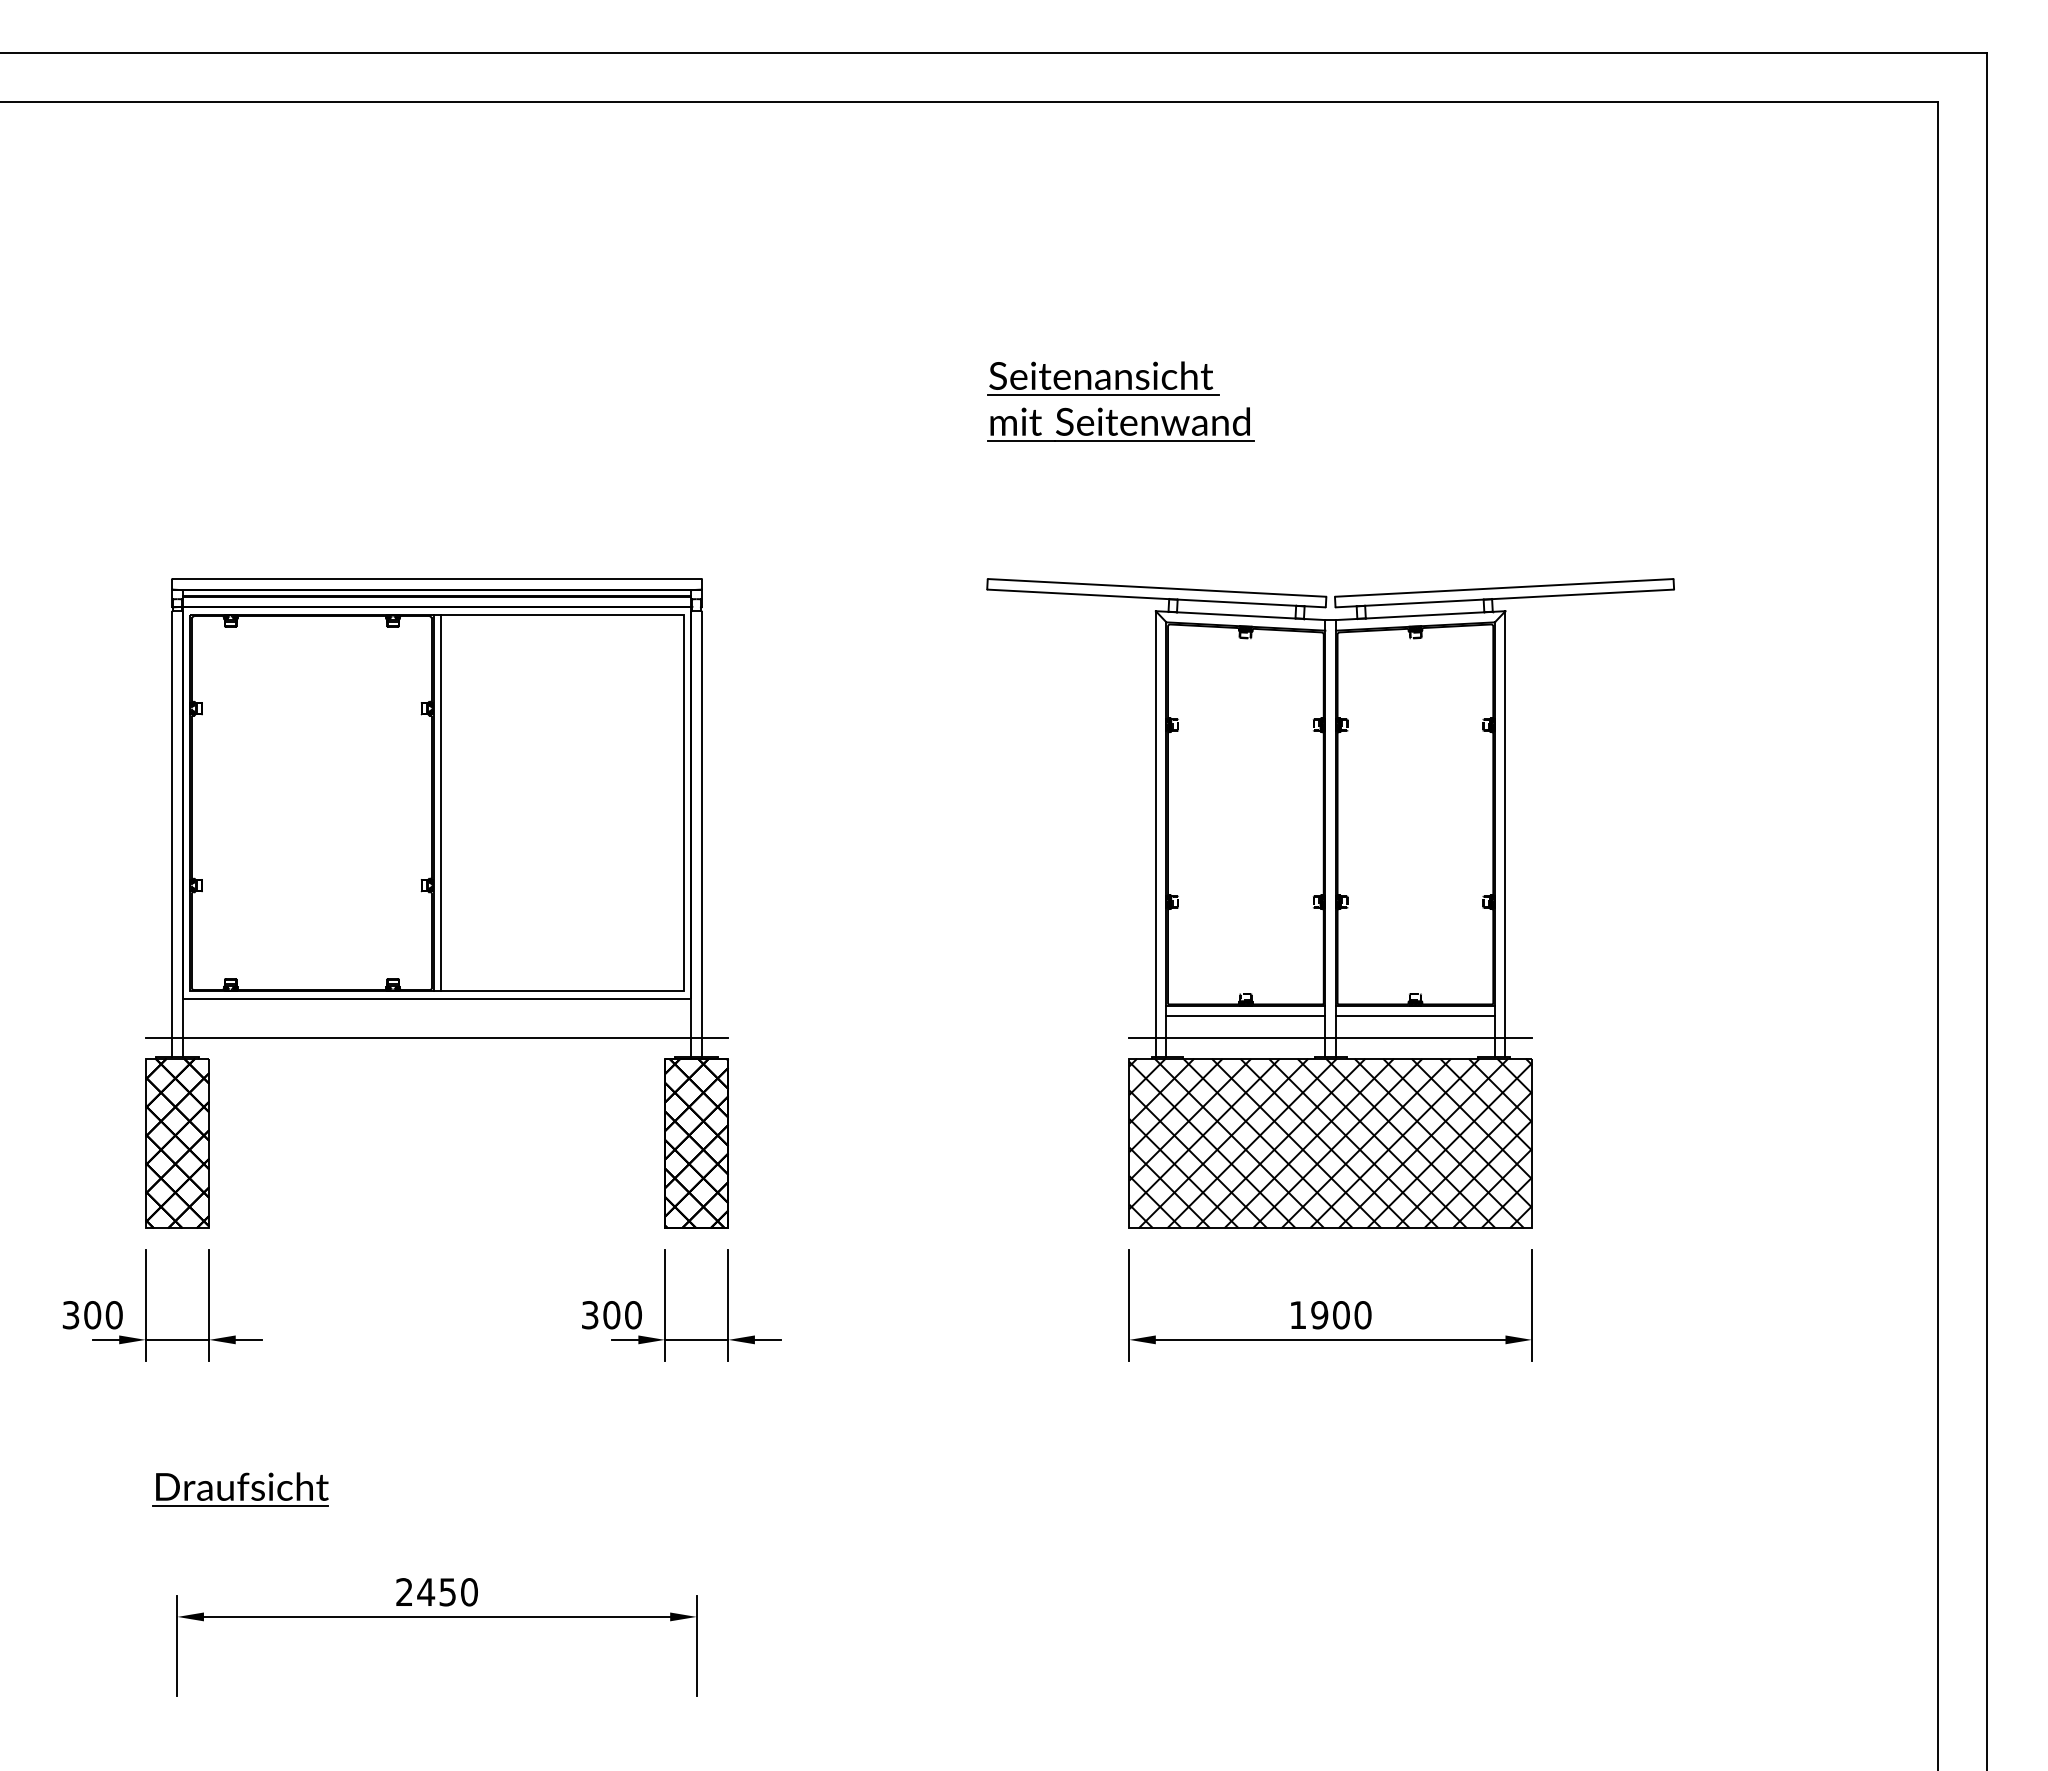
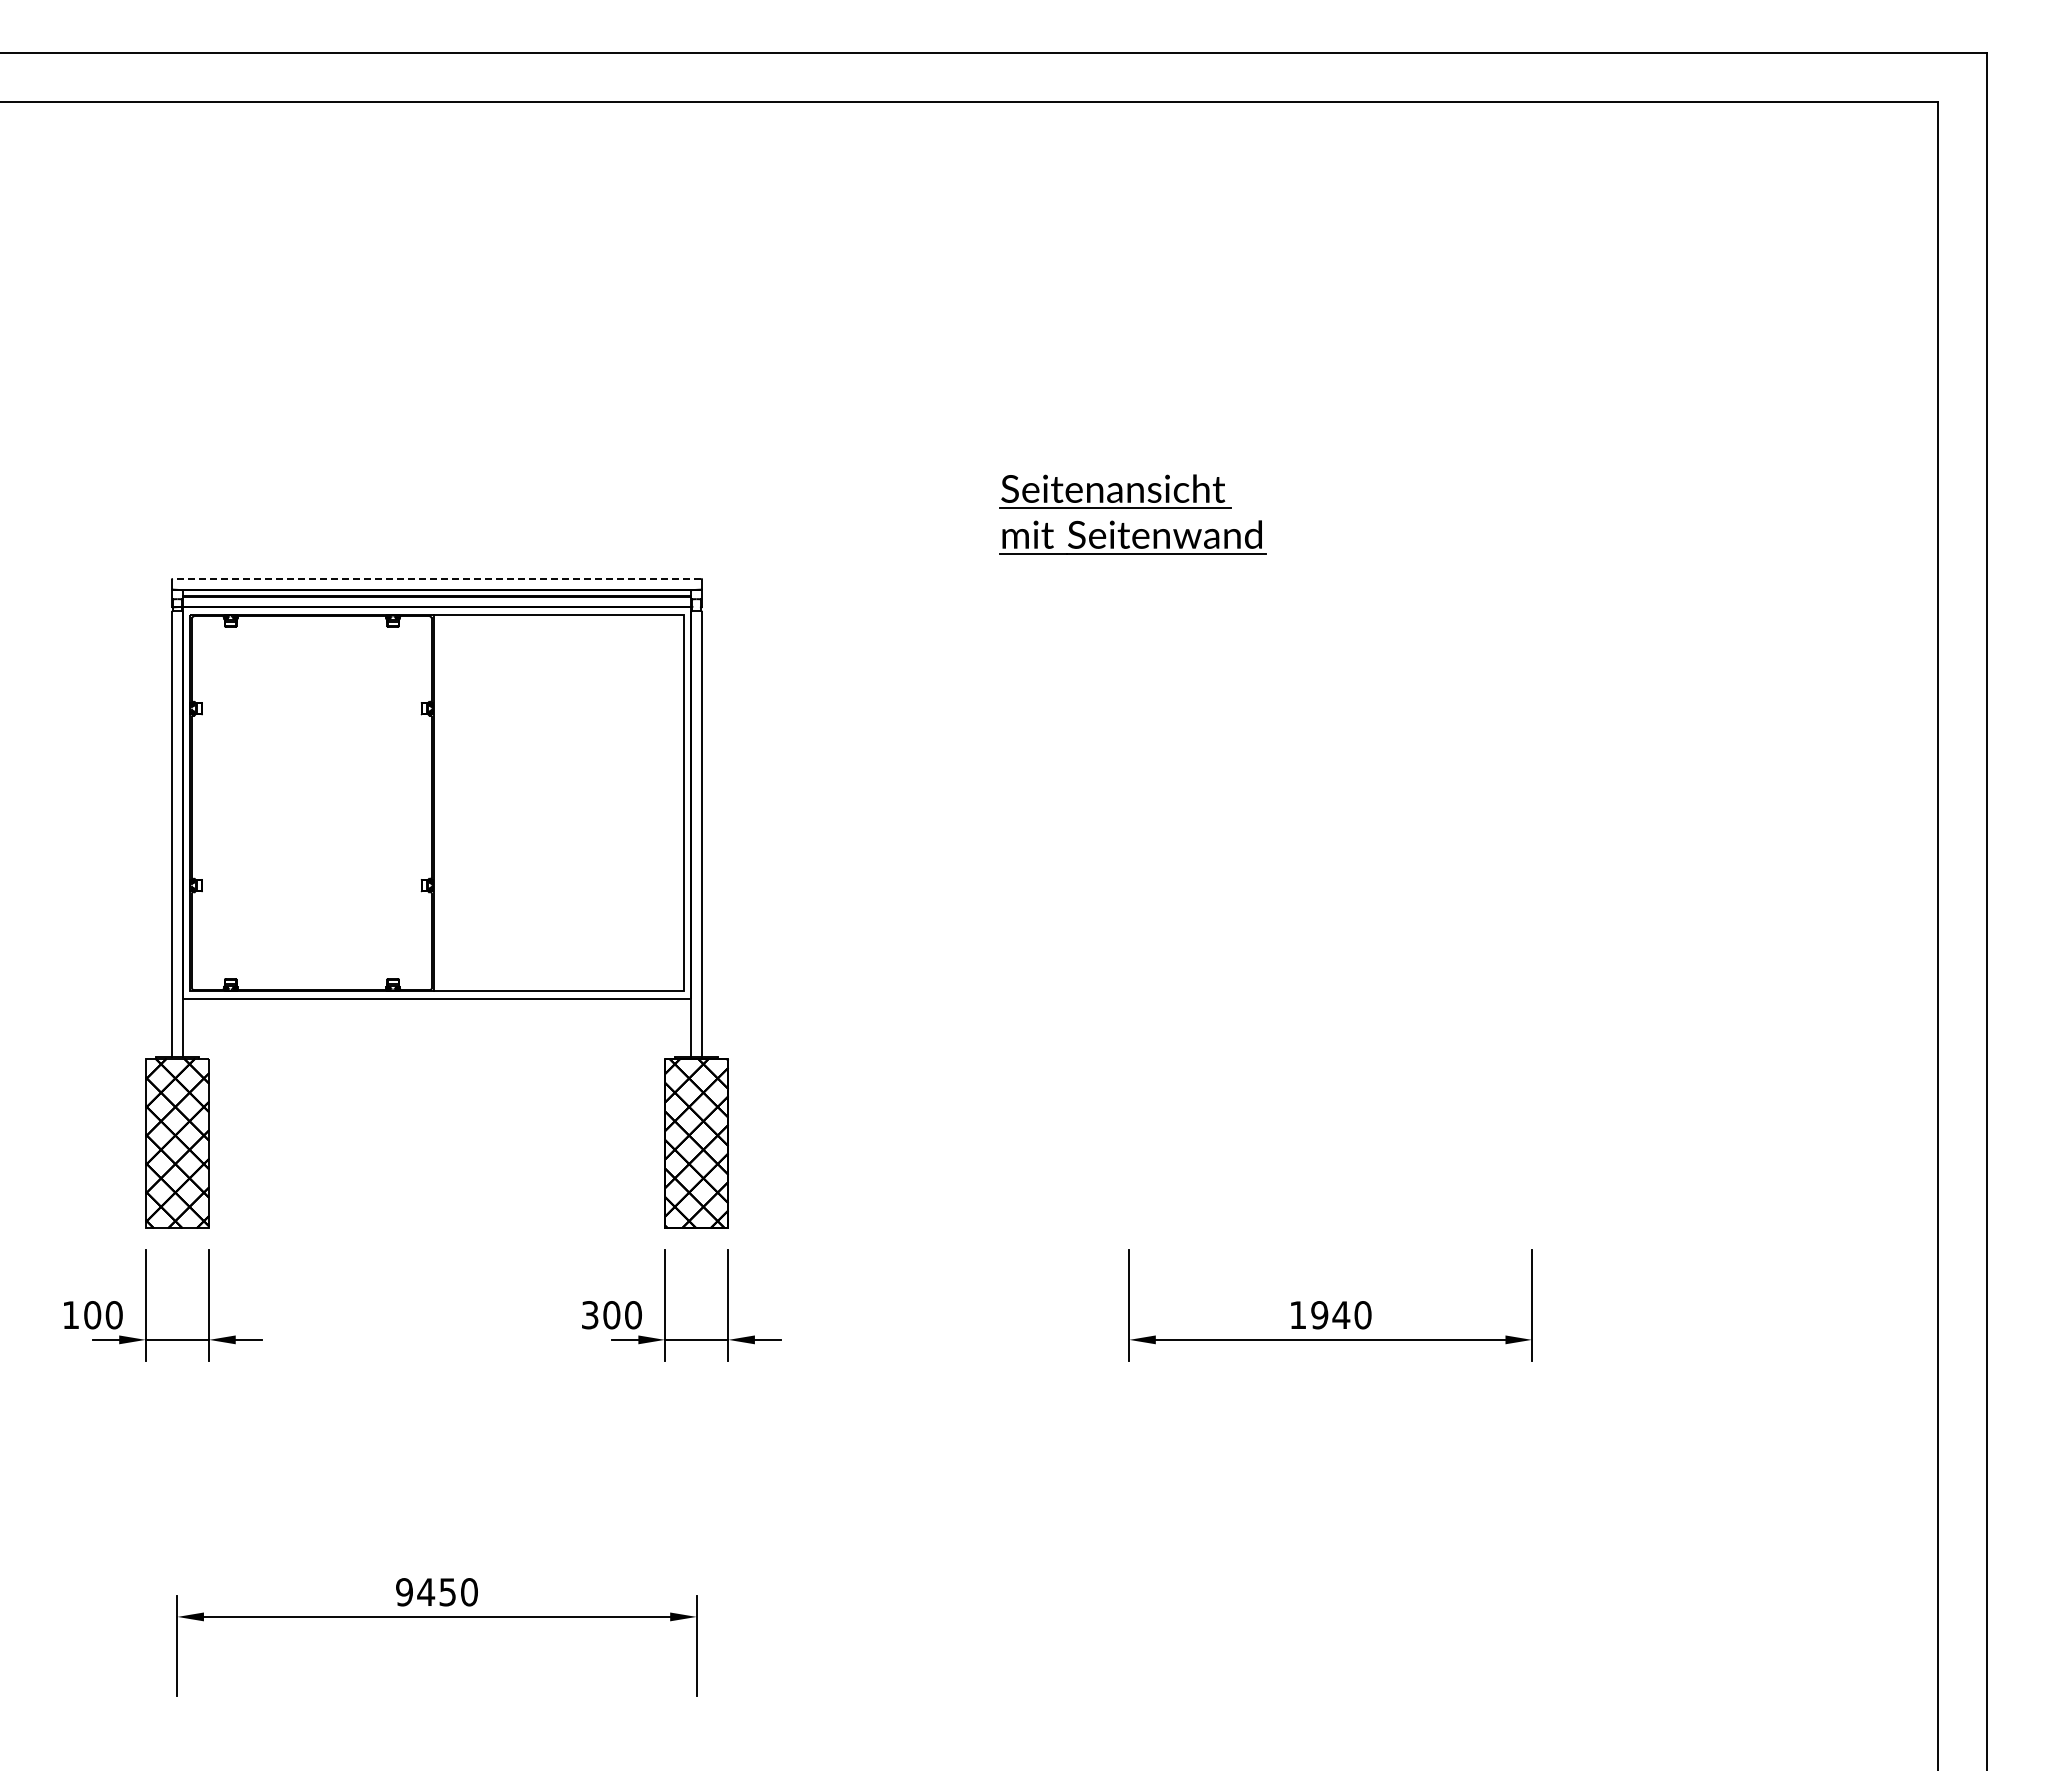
part at (1120, 401) position: (1120, 401) -> (1132, 514)
line at (436, 579): solid -> dashed
line at (440, 802): present -> none
part at (1330, 903): present -> none
line at (436, 1037): present -> none
text at (70, 1315): 300 -> 100
text at (1341, 1315): 1900 -> 1940
part at (240, 1489): present -> none
text at (404, 1592): 2450 -> 9450
